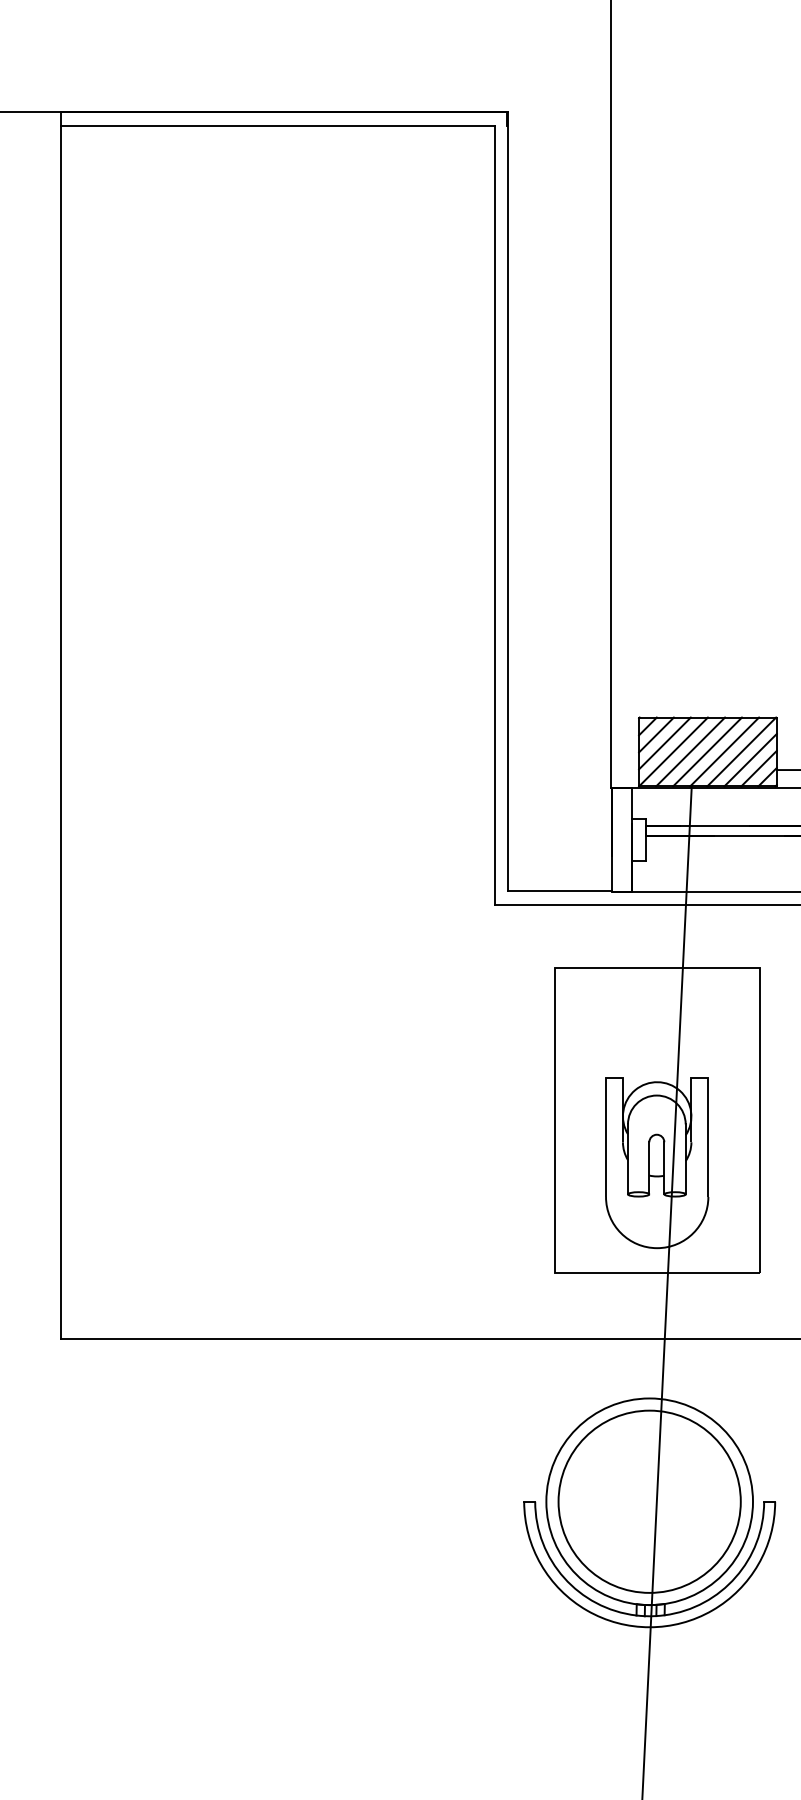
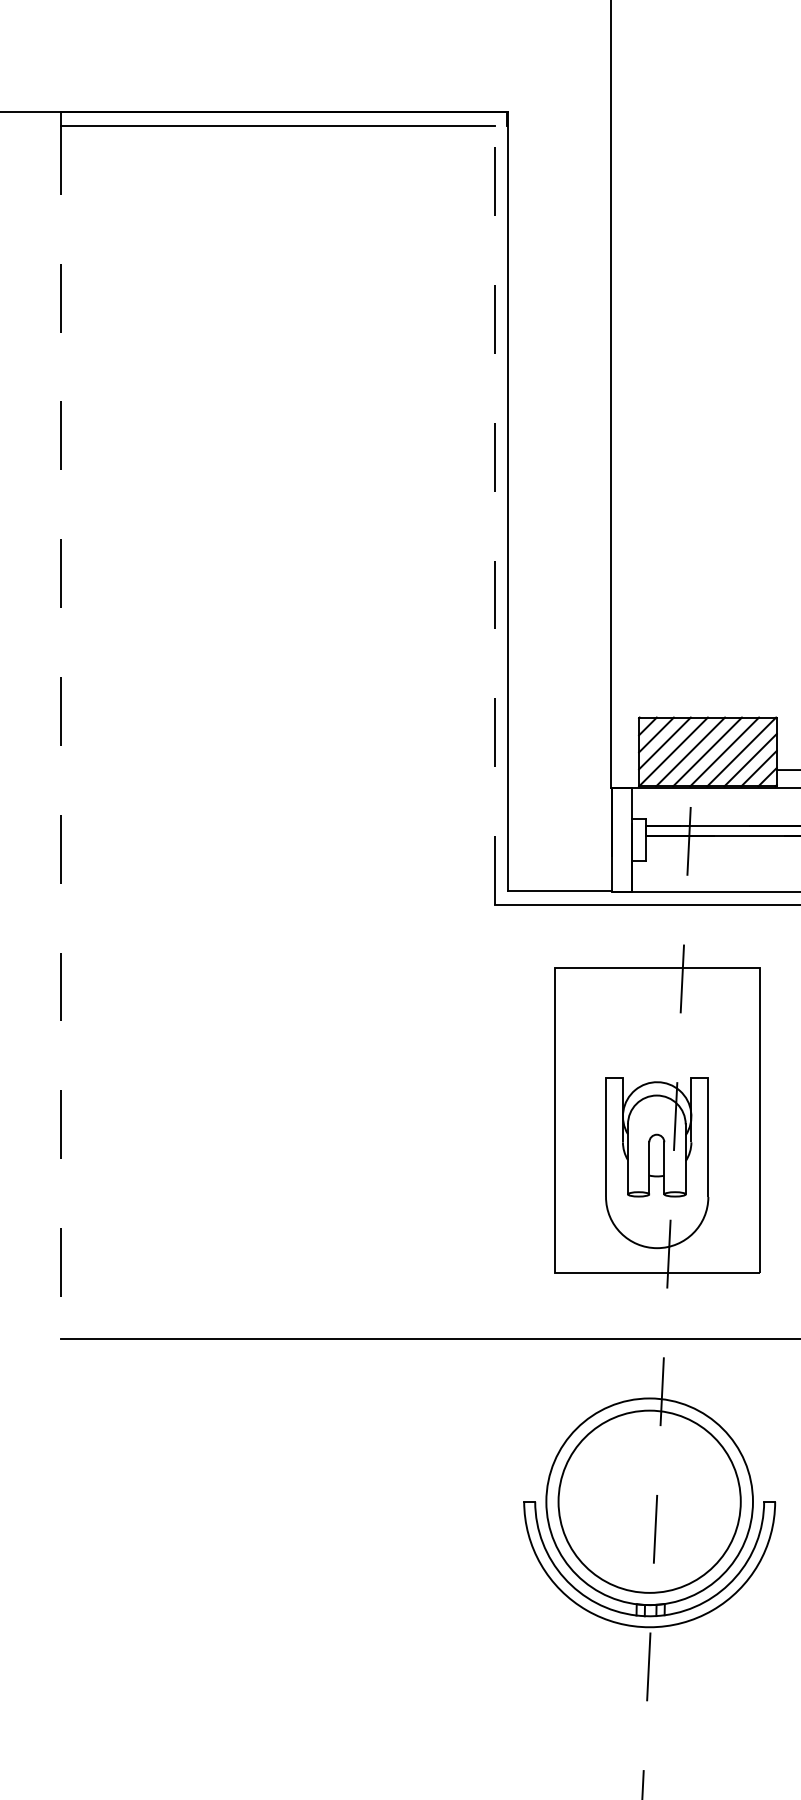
line at (494, 514): solid -> dashed
line at (60, 732): solid -> dashed
line at (667, 1291): solid -> dashed
